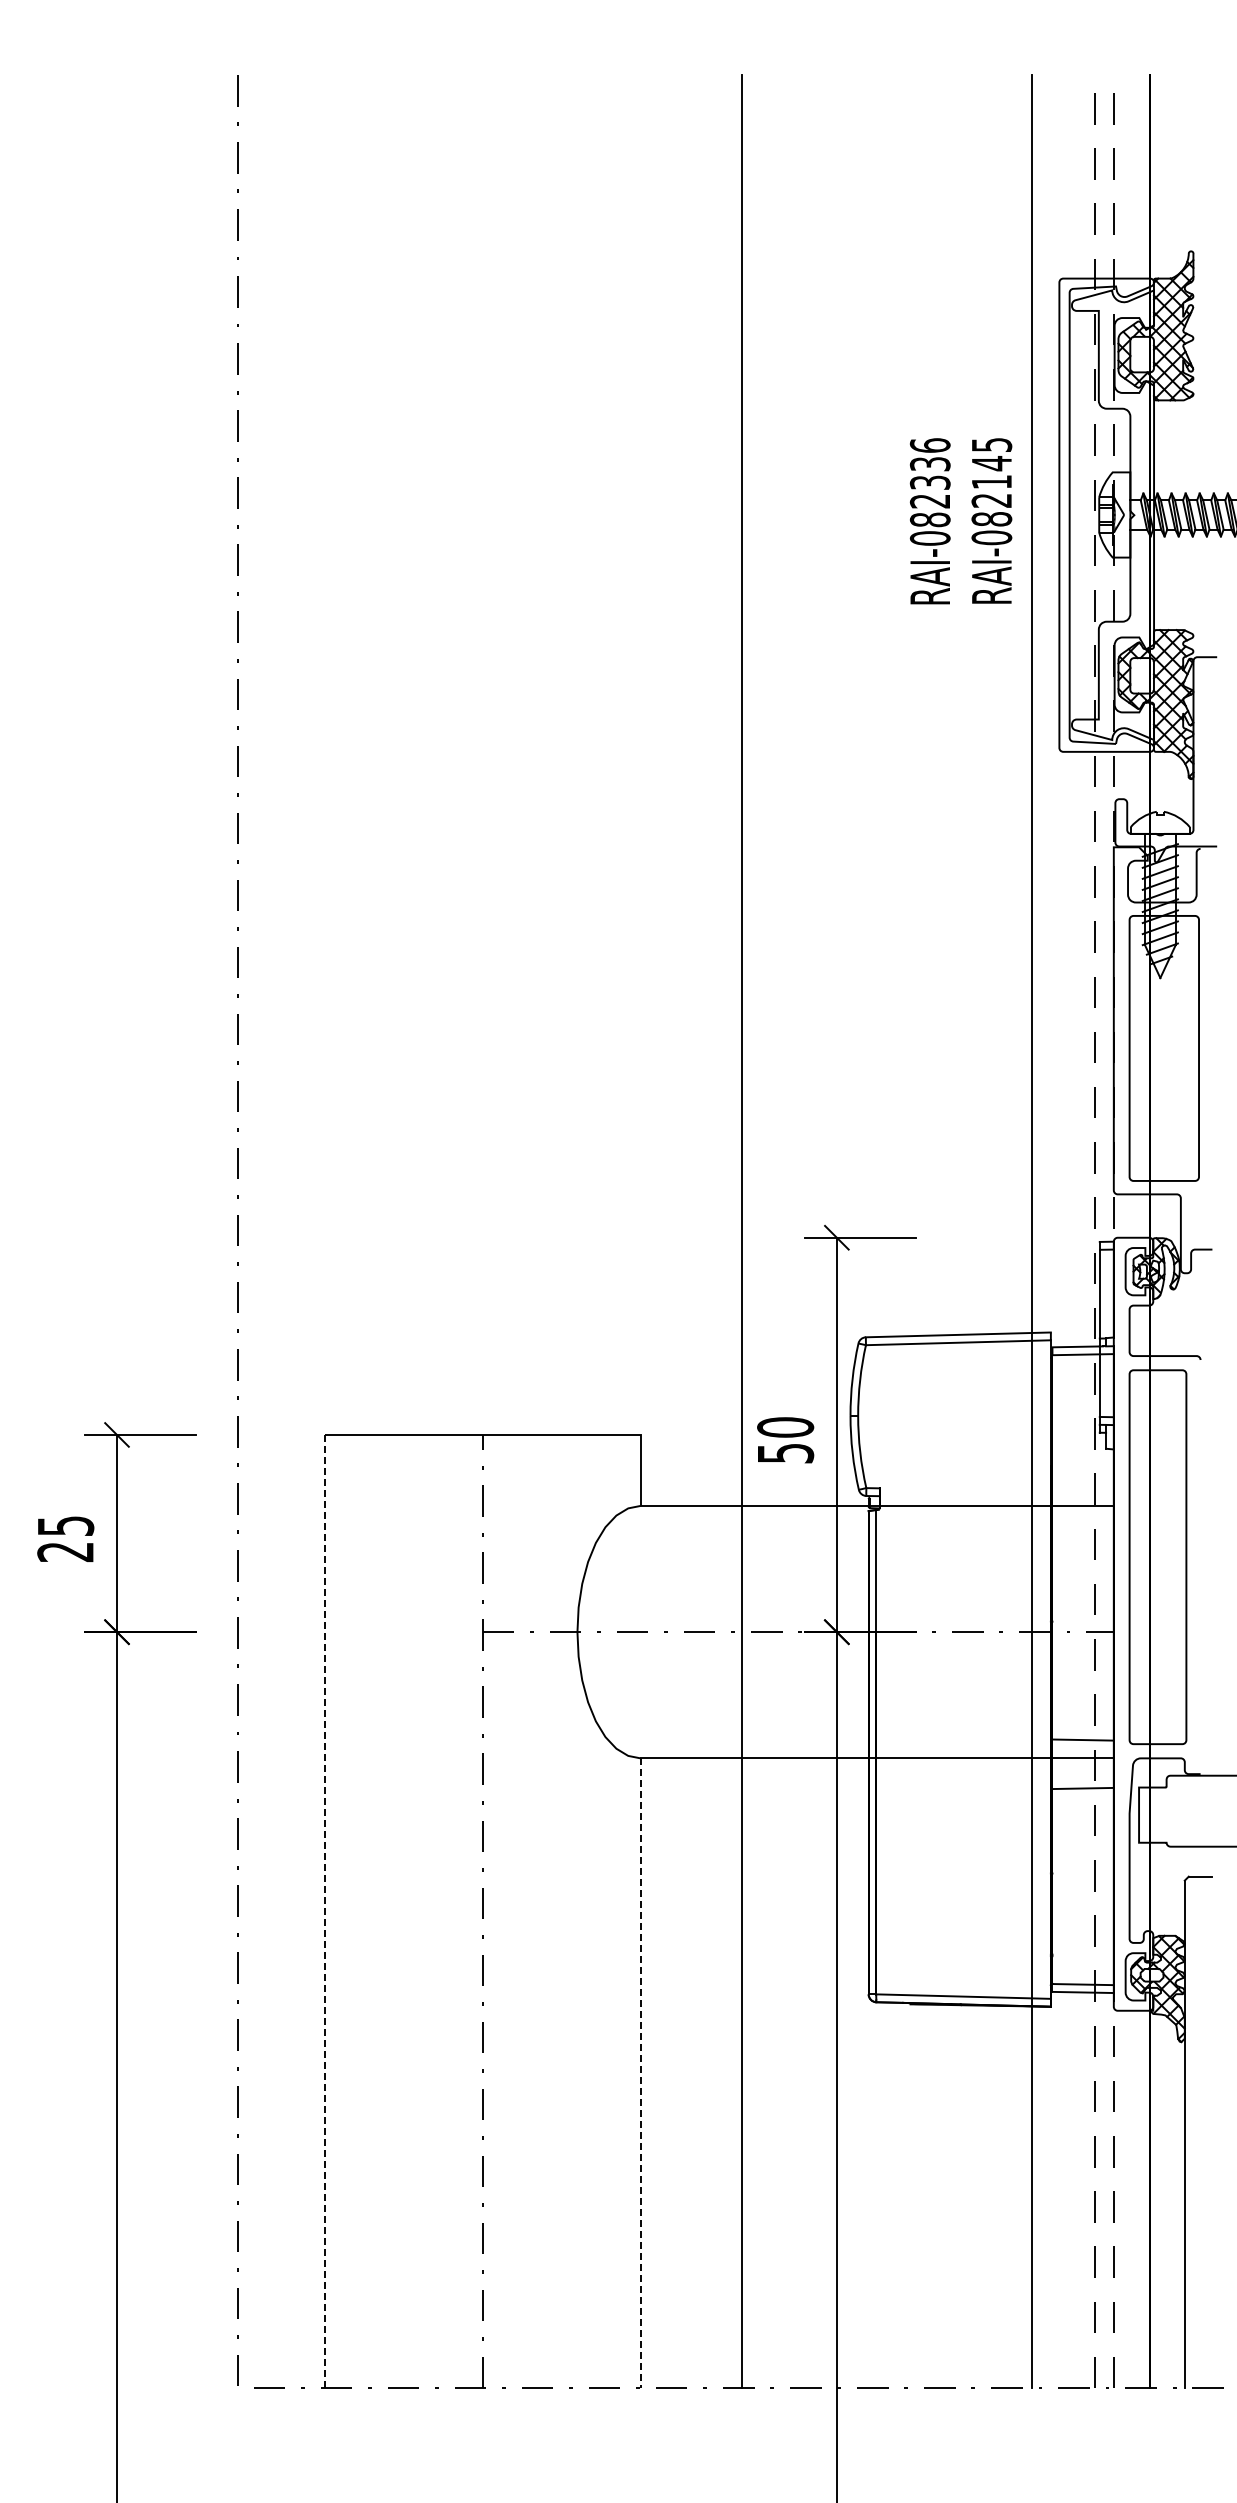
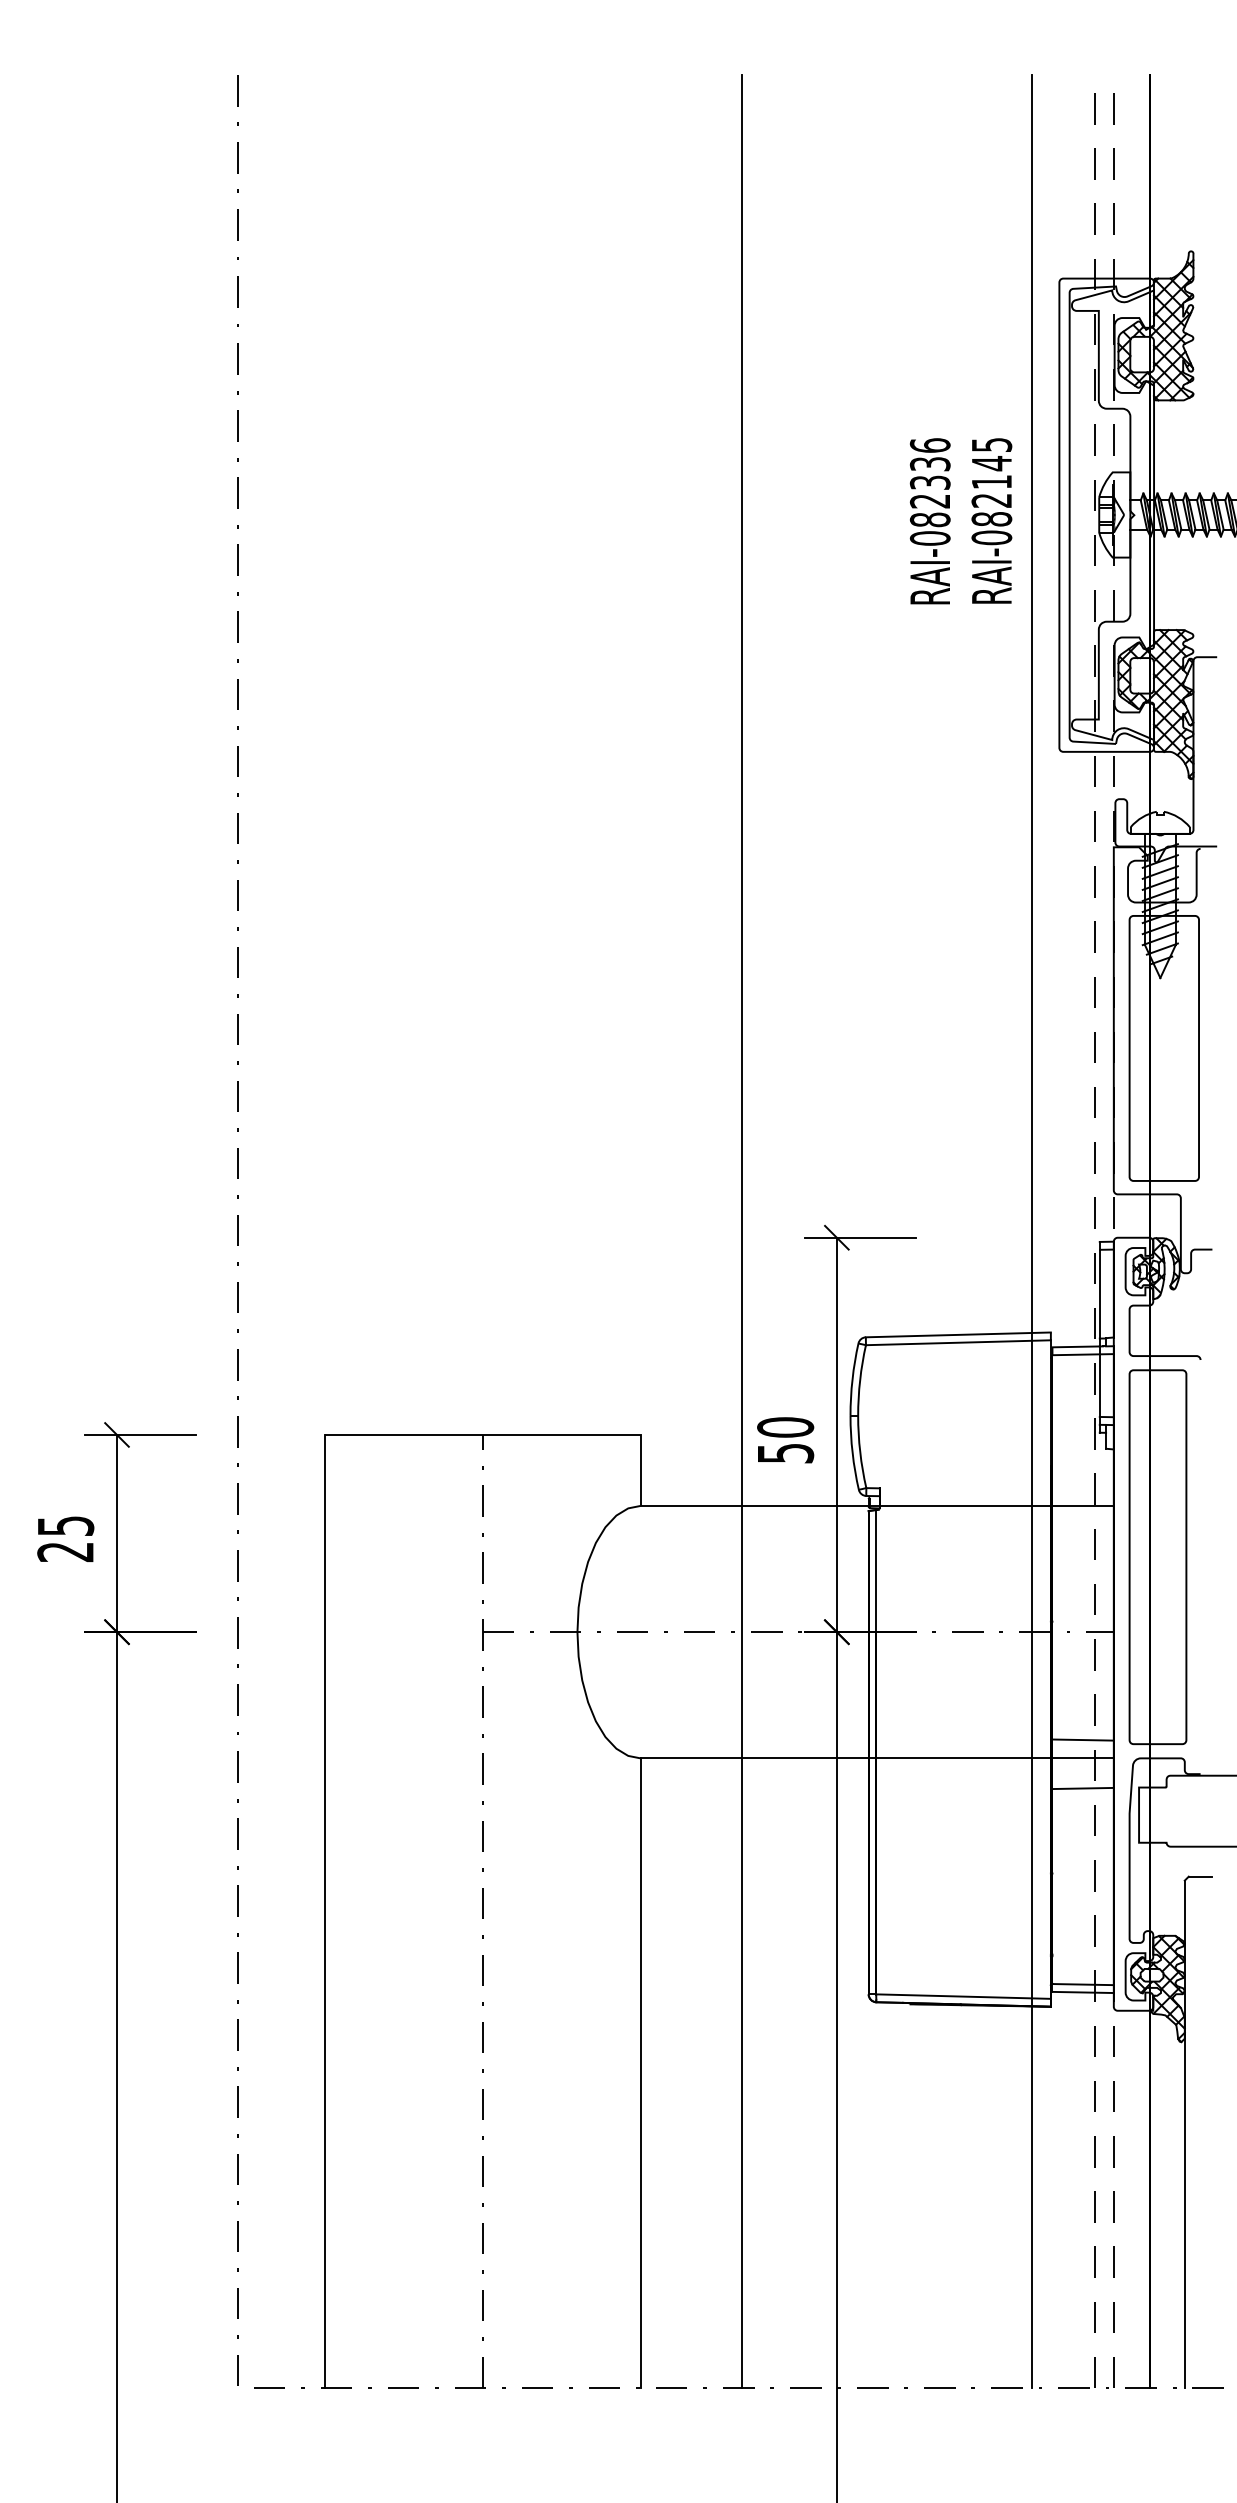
line at (325, 1911): dashed -> solid
line at (640, 2073): dashed -> solid
